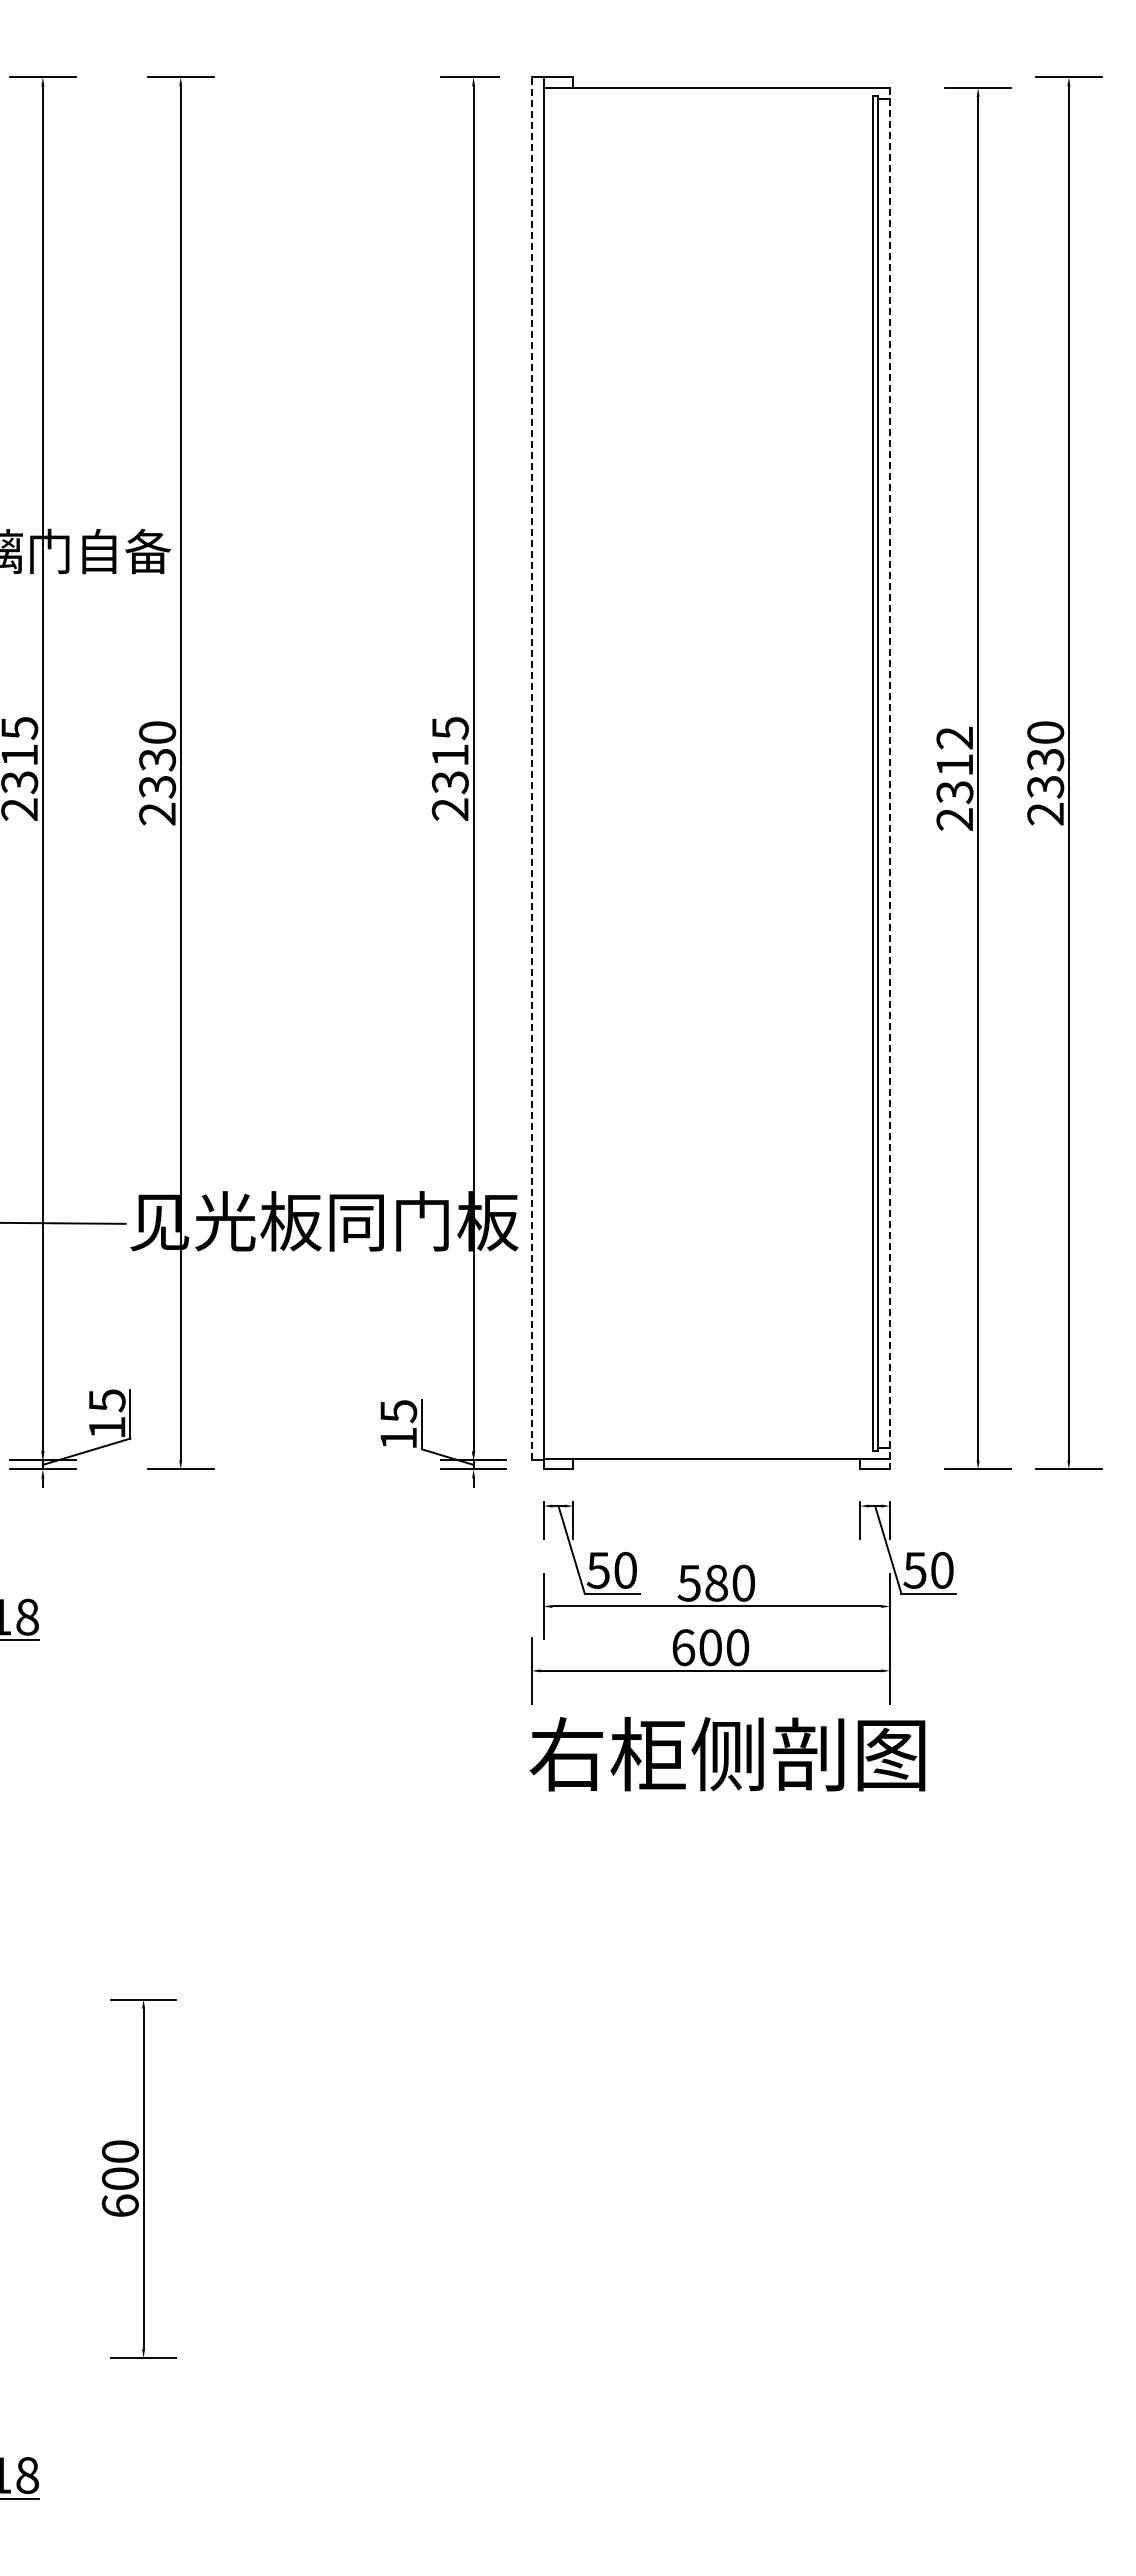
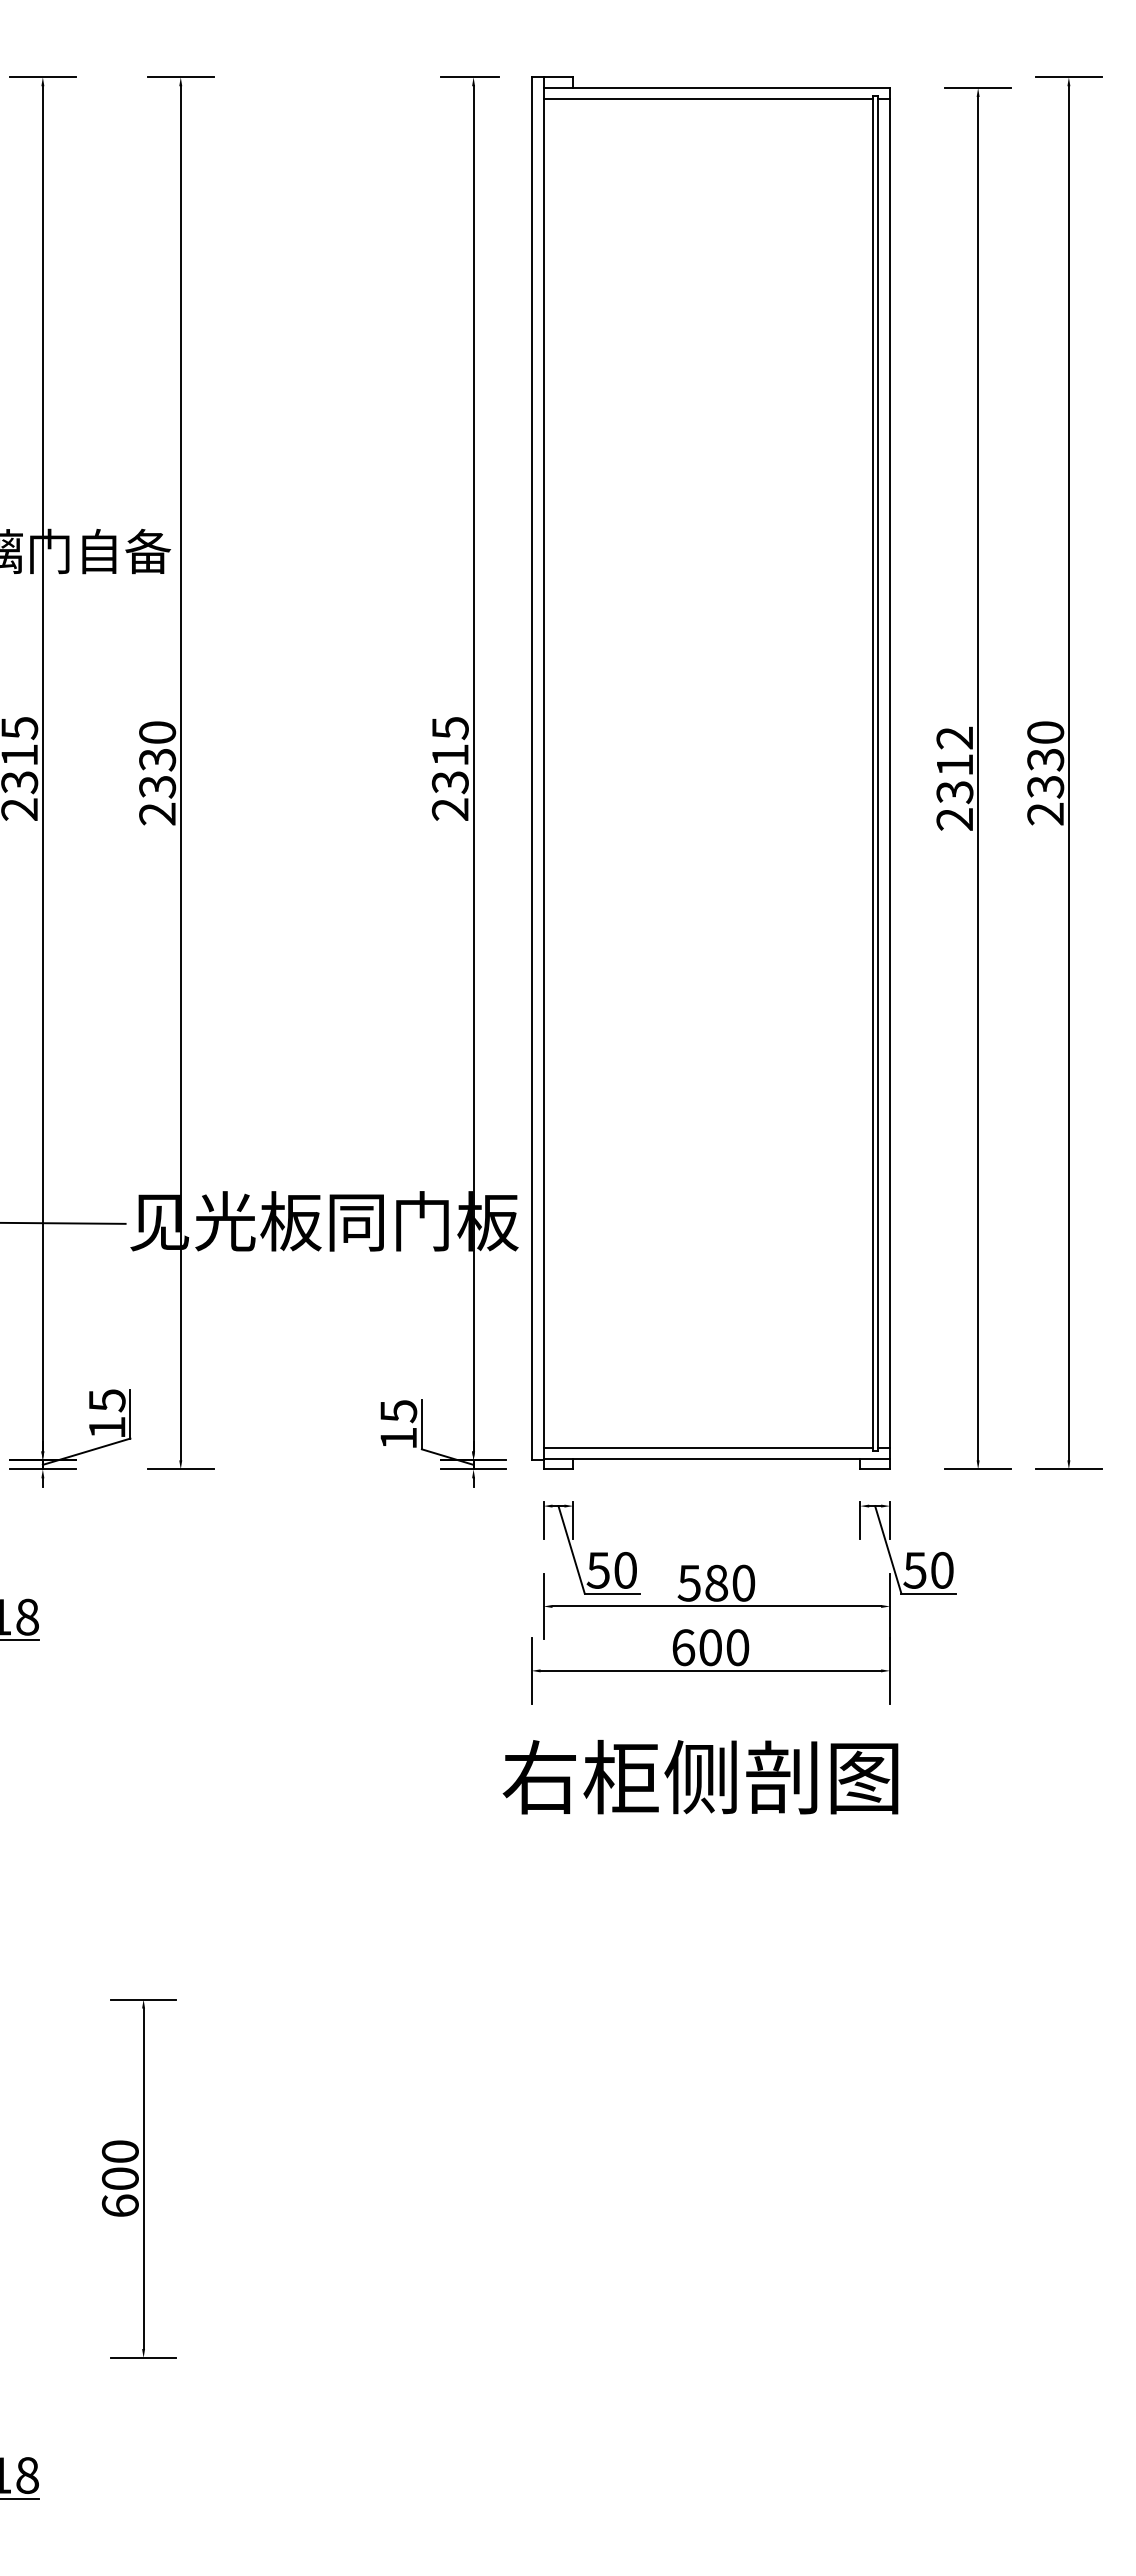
line at (707, 98): none -> present
line at (531, 768): dashed -> solid
line at (890, 778): dashed -> solid
line at (707, 1447): none -> present
text at (727, 1754) position: (727, 1754) -> (700, 1777)
